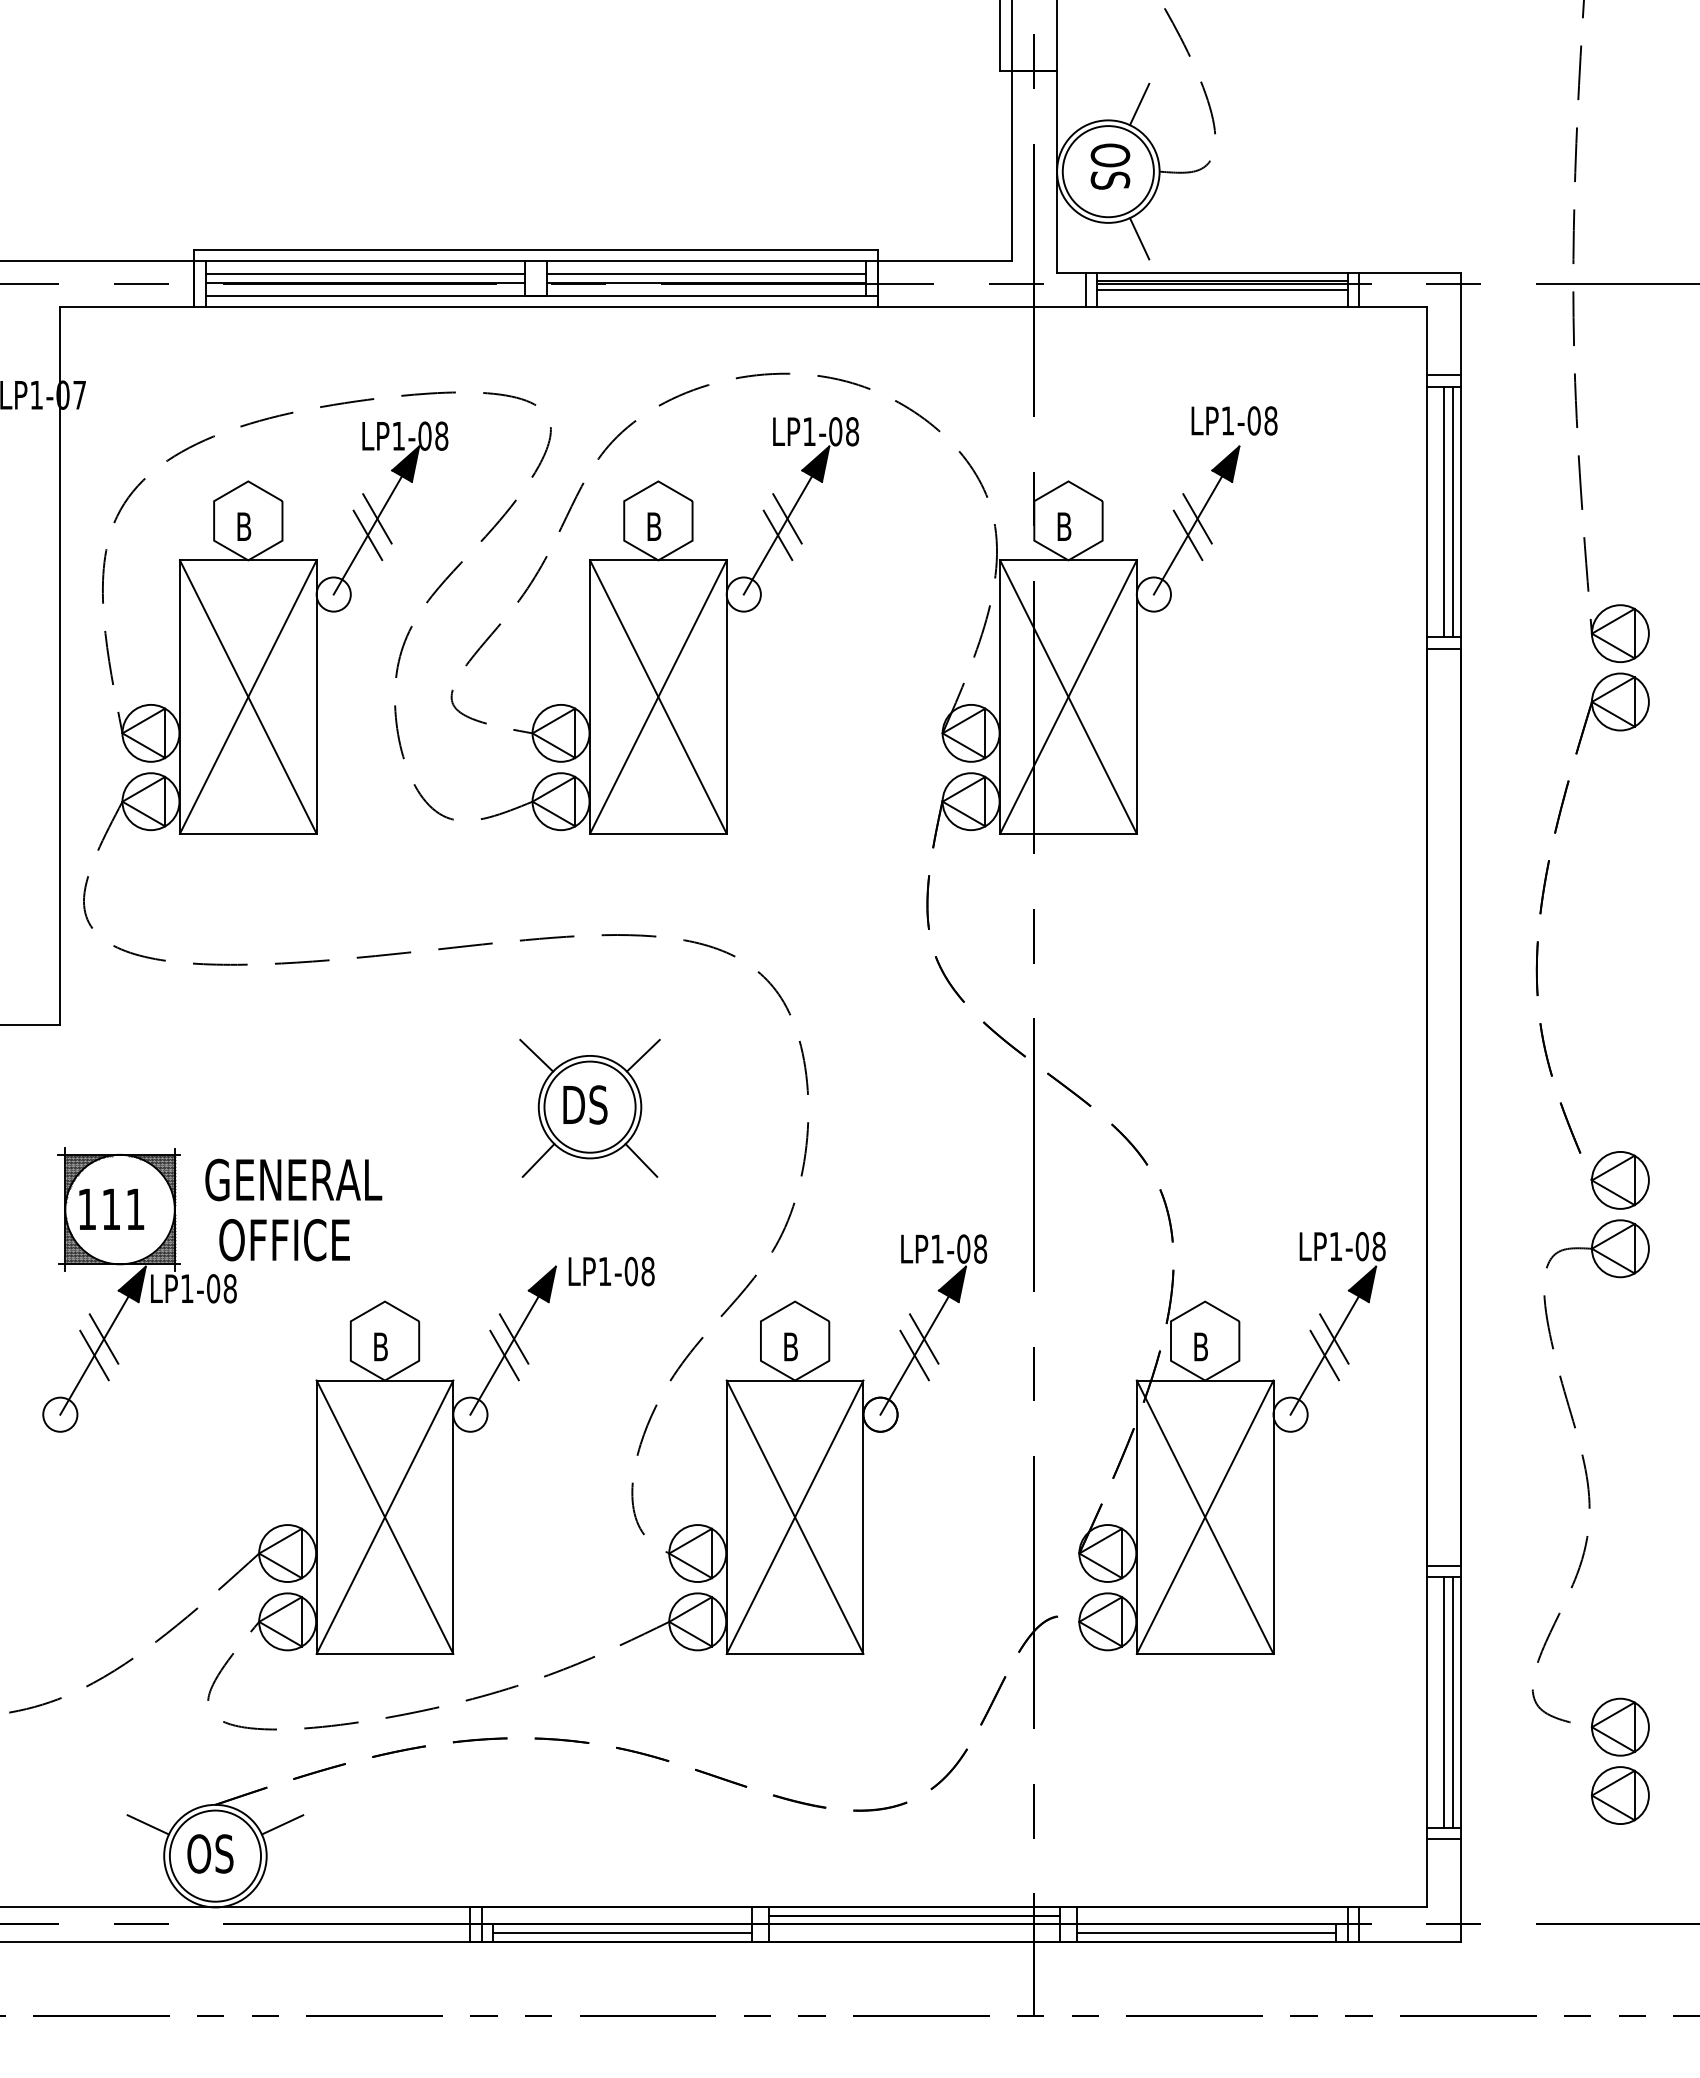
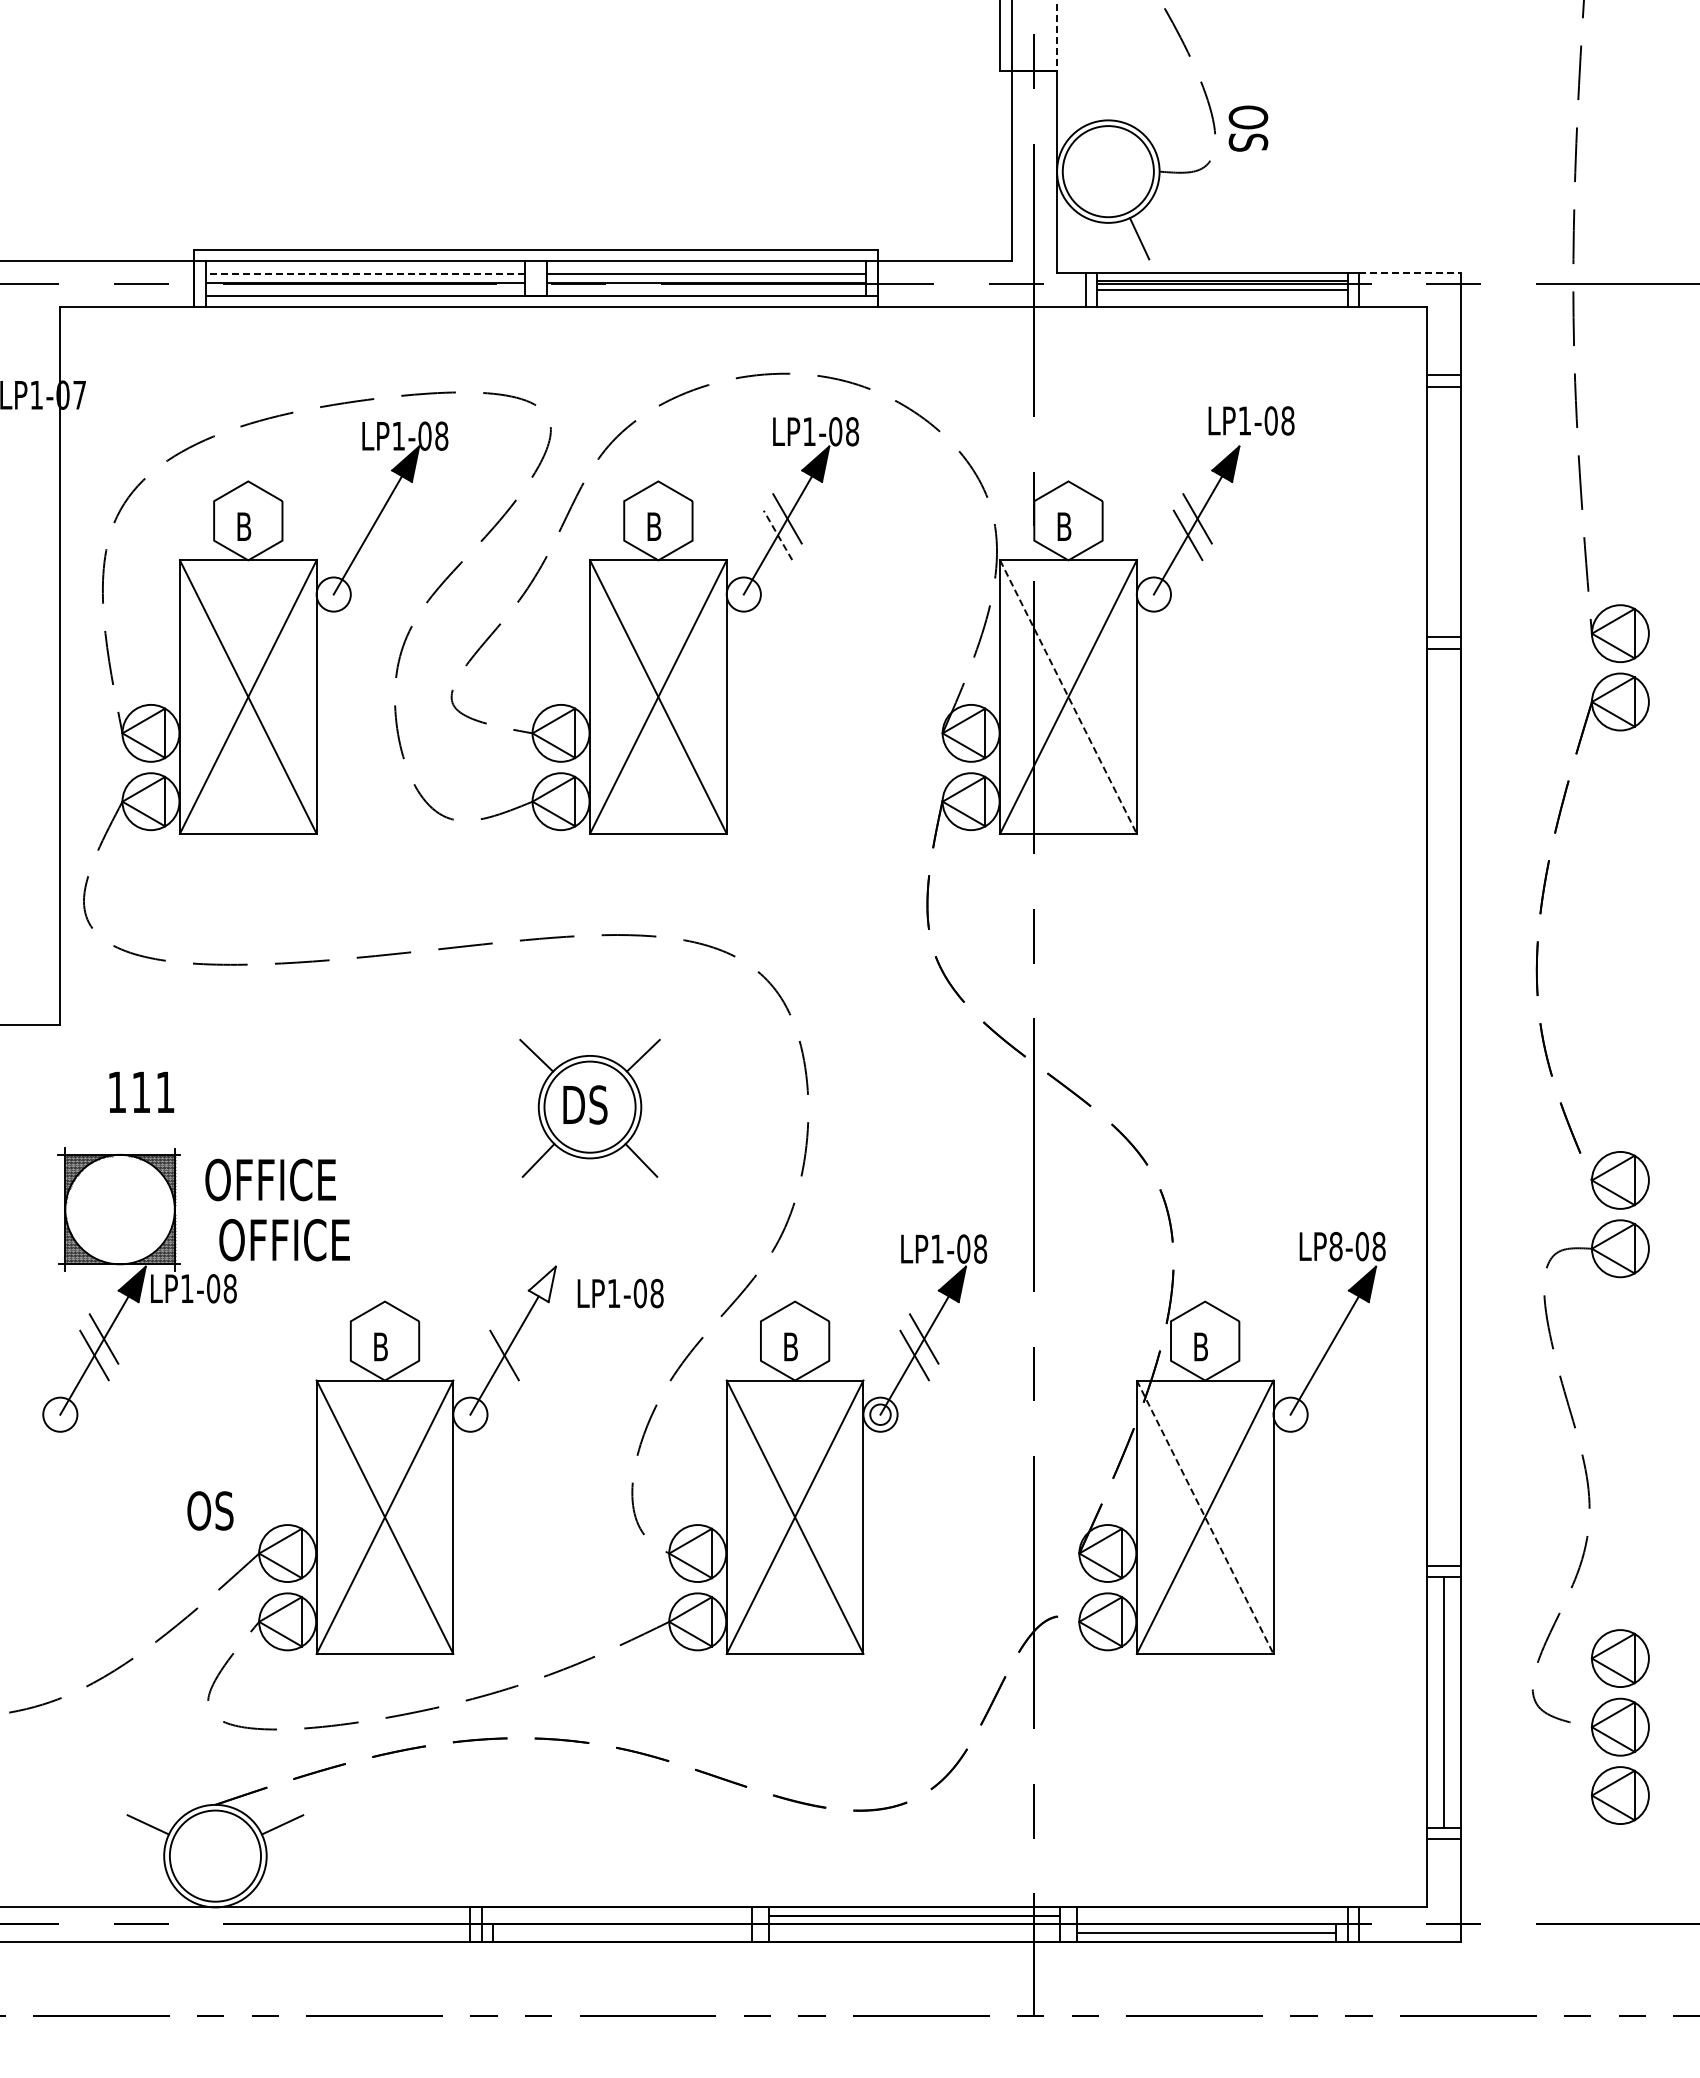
line at (1057, 35): solid -> dashed
line at (1139, 104): present -> none
text at (1110, 166) position: (1110, 166) -> (1248, 128)
line at (1410, 272): solid -> dashed
line at (364, 274): solid -> dashed
text at (1234, 420) position: (1234, 420) -> (1251, 420)
line at (1444, 511): present -> none
line at (1452, 511): present -> none
line at (377, 518): present -> none
line at (777, 534): solid -> dashed
line at (367, 535): present -> none
line at (1068, 697): solid -> dashed
text at (293, 1179): GENERAL -> OFFICE
text at (111, 1209) position: (111, 1209) -> (141, 1092)
text at (1335, 1246): LP1-08 -> LP8-08
text at (611, 1271) position: (611, 1271) -> (620, 1293)
fill at (541, 1284): present -> none
line at (513, 1338): present -> none
line at (1334, 1338): present -> none
line at (1324, 1355): present -> none
circle at (880, 1414) diameter: 34 px -> 21 px
line at (1205, 1517): solid -> dashed
part at (1619, 1658): none -> present
line at (1452, 1702): present -> none
text at (210, 1853) position: (210, 1853) -> (210, 1510)
line at (622, 1933): present -> none
